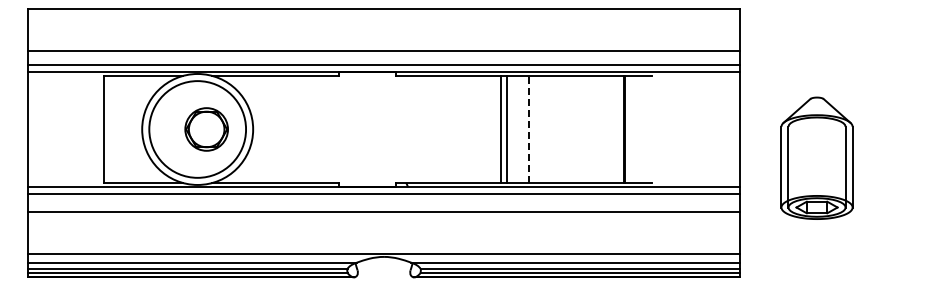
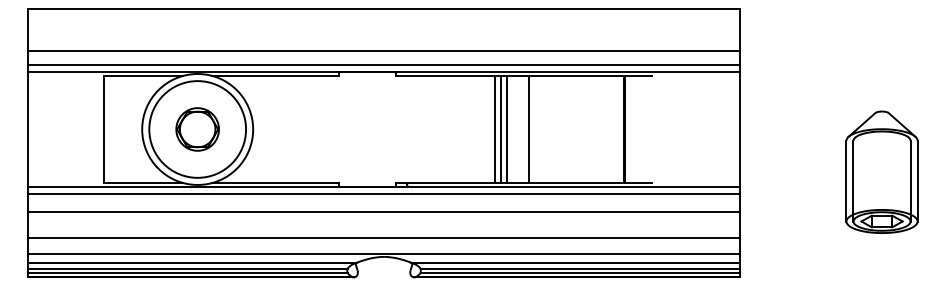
line at (529, 128): dashed -> solid
part at (206, 129) position: (206, 129) -> (197, 129)
line at (494, 129): none -> present
part at (816, 157) position: (816, 157) -> (881, 171)
line at (383, 237): none -> present
